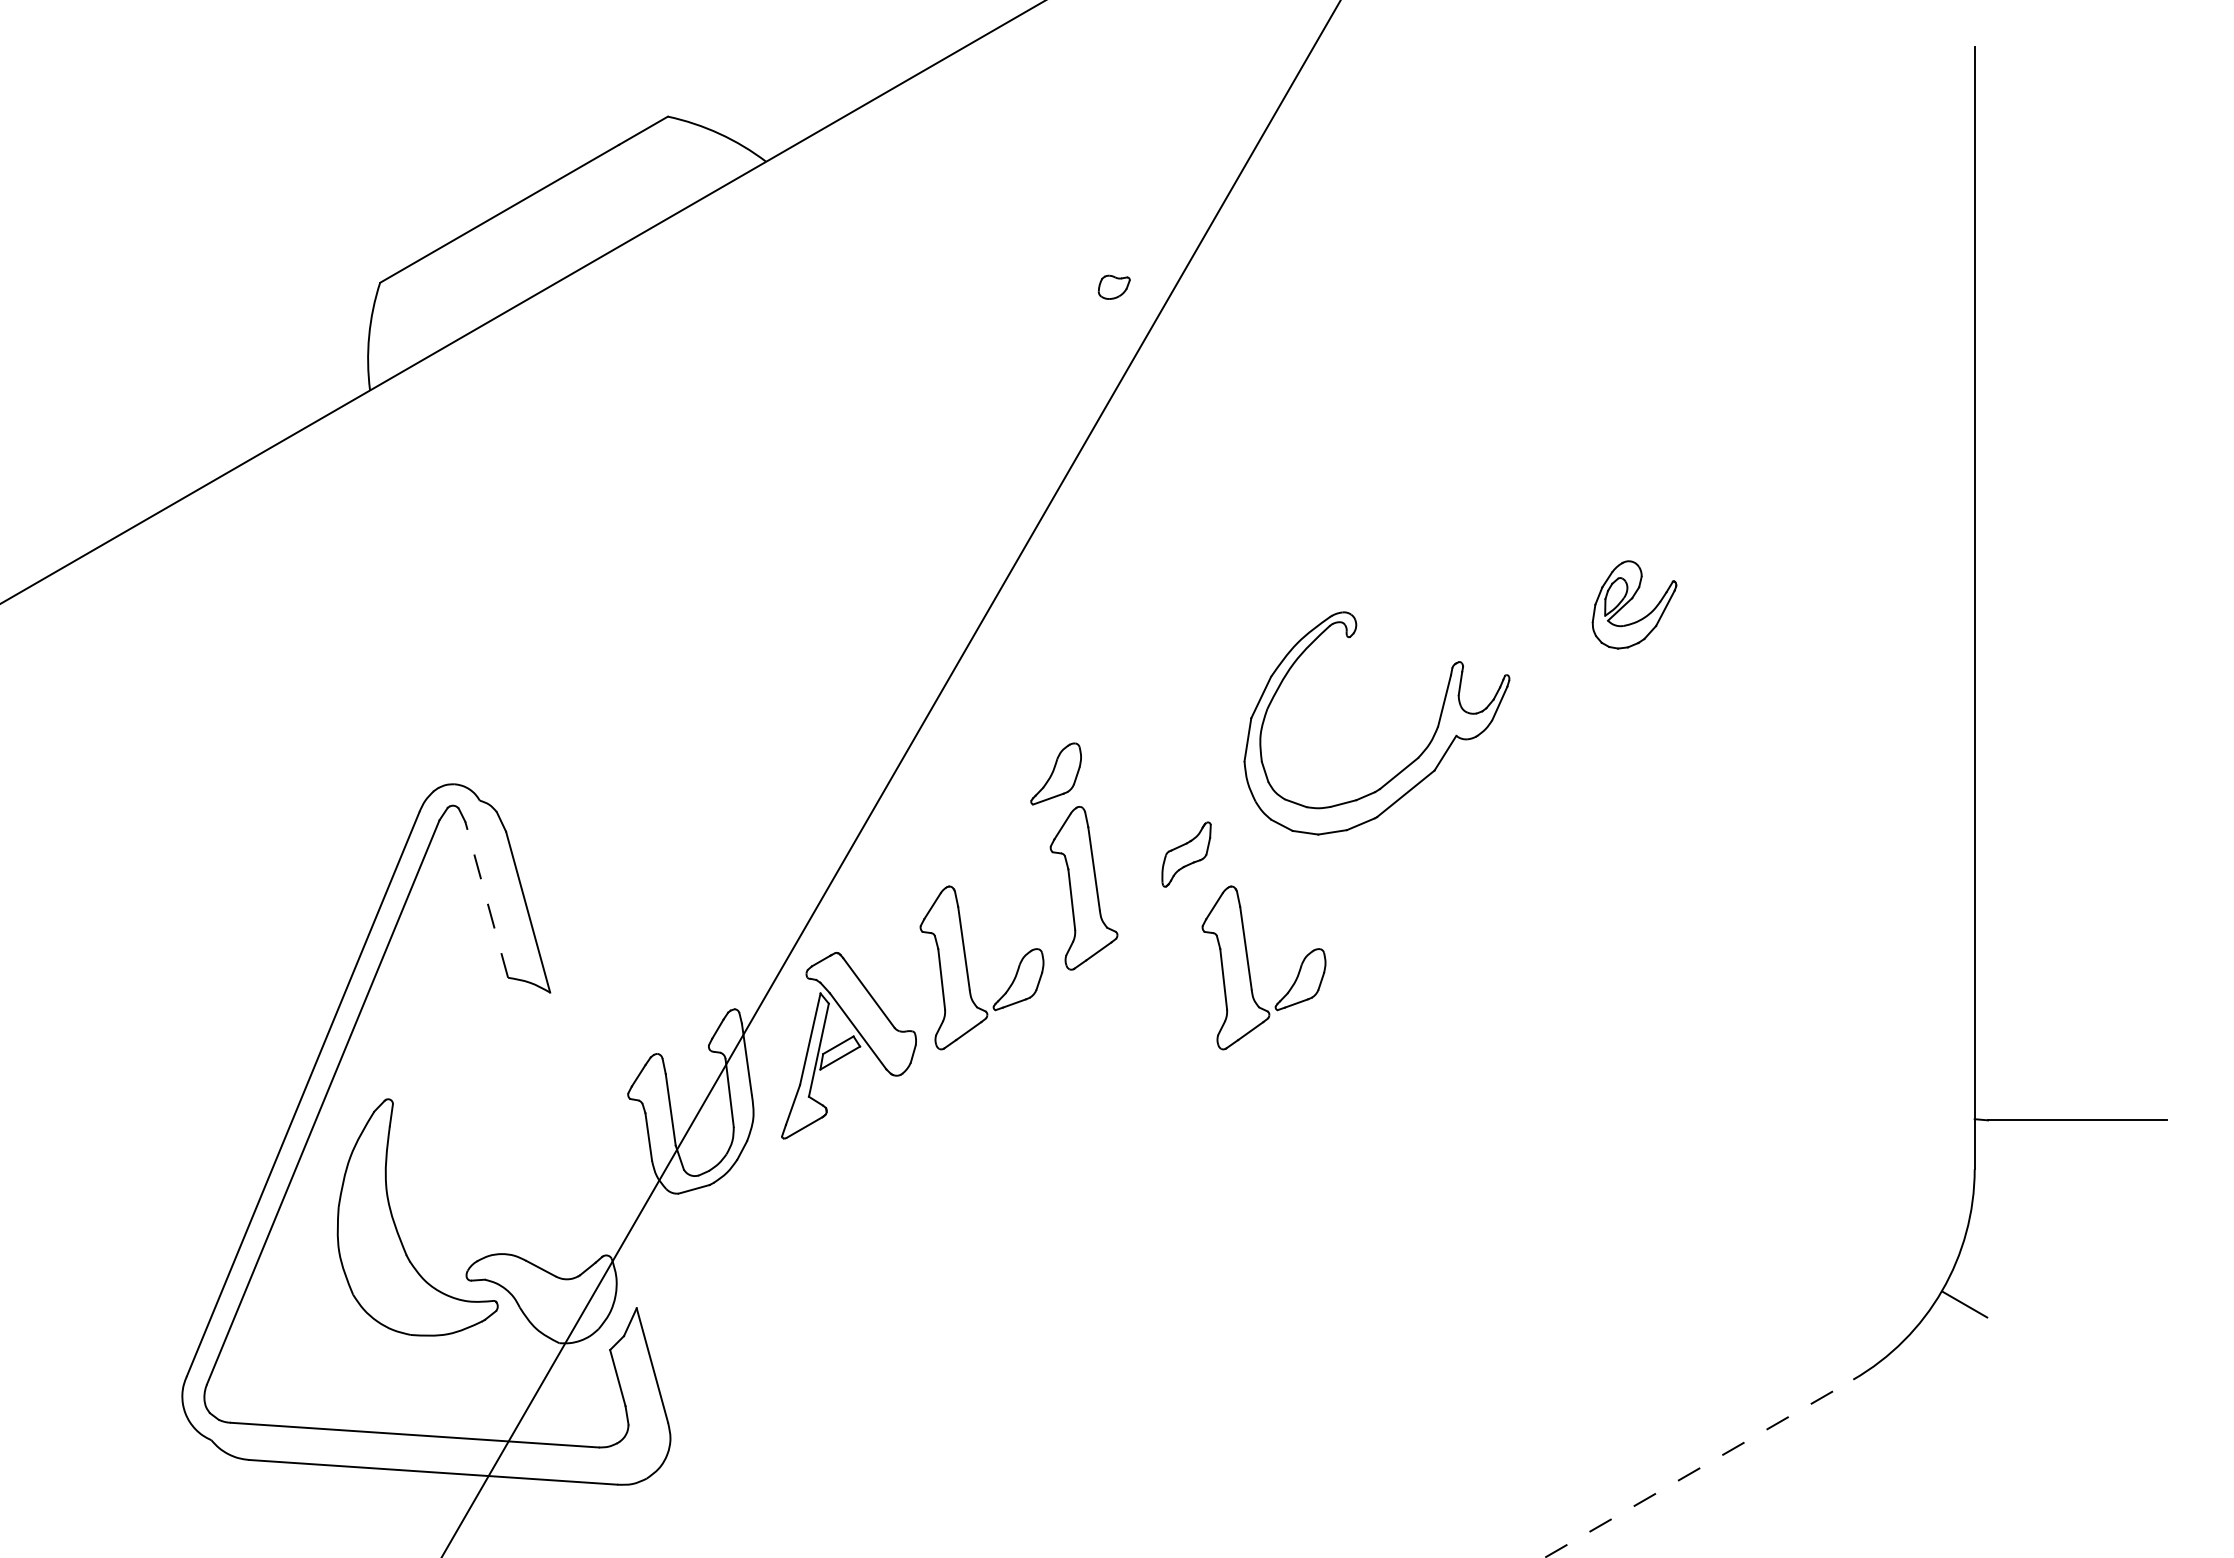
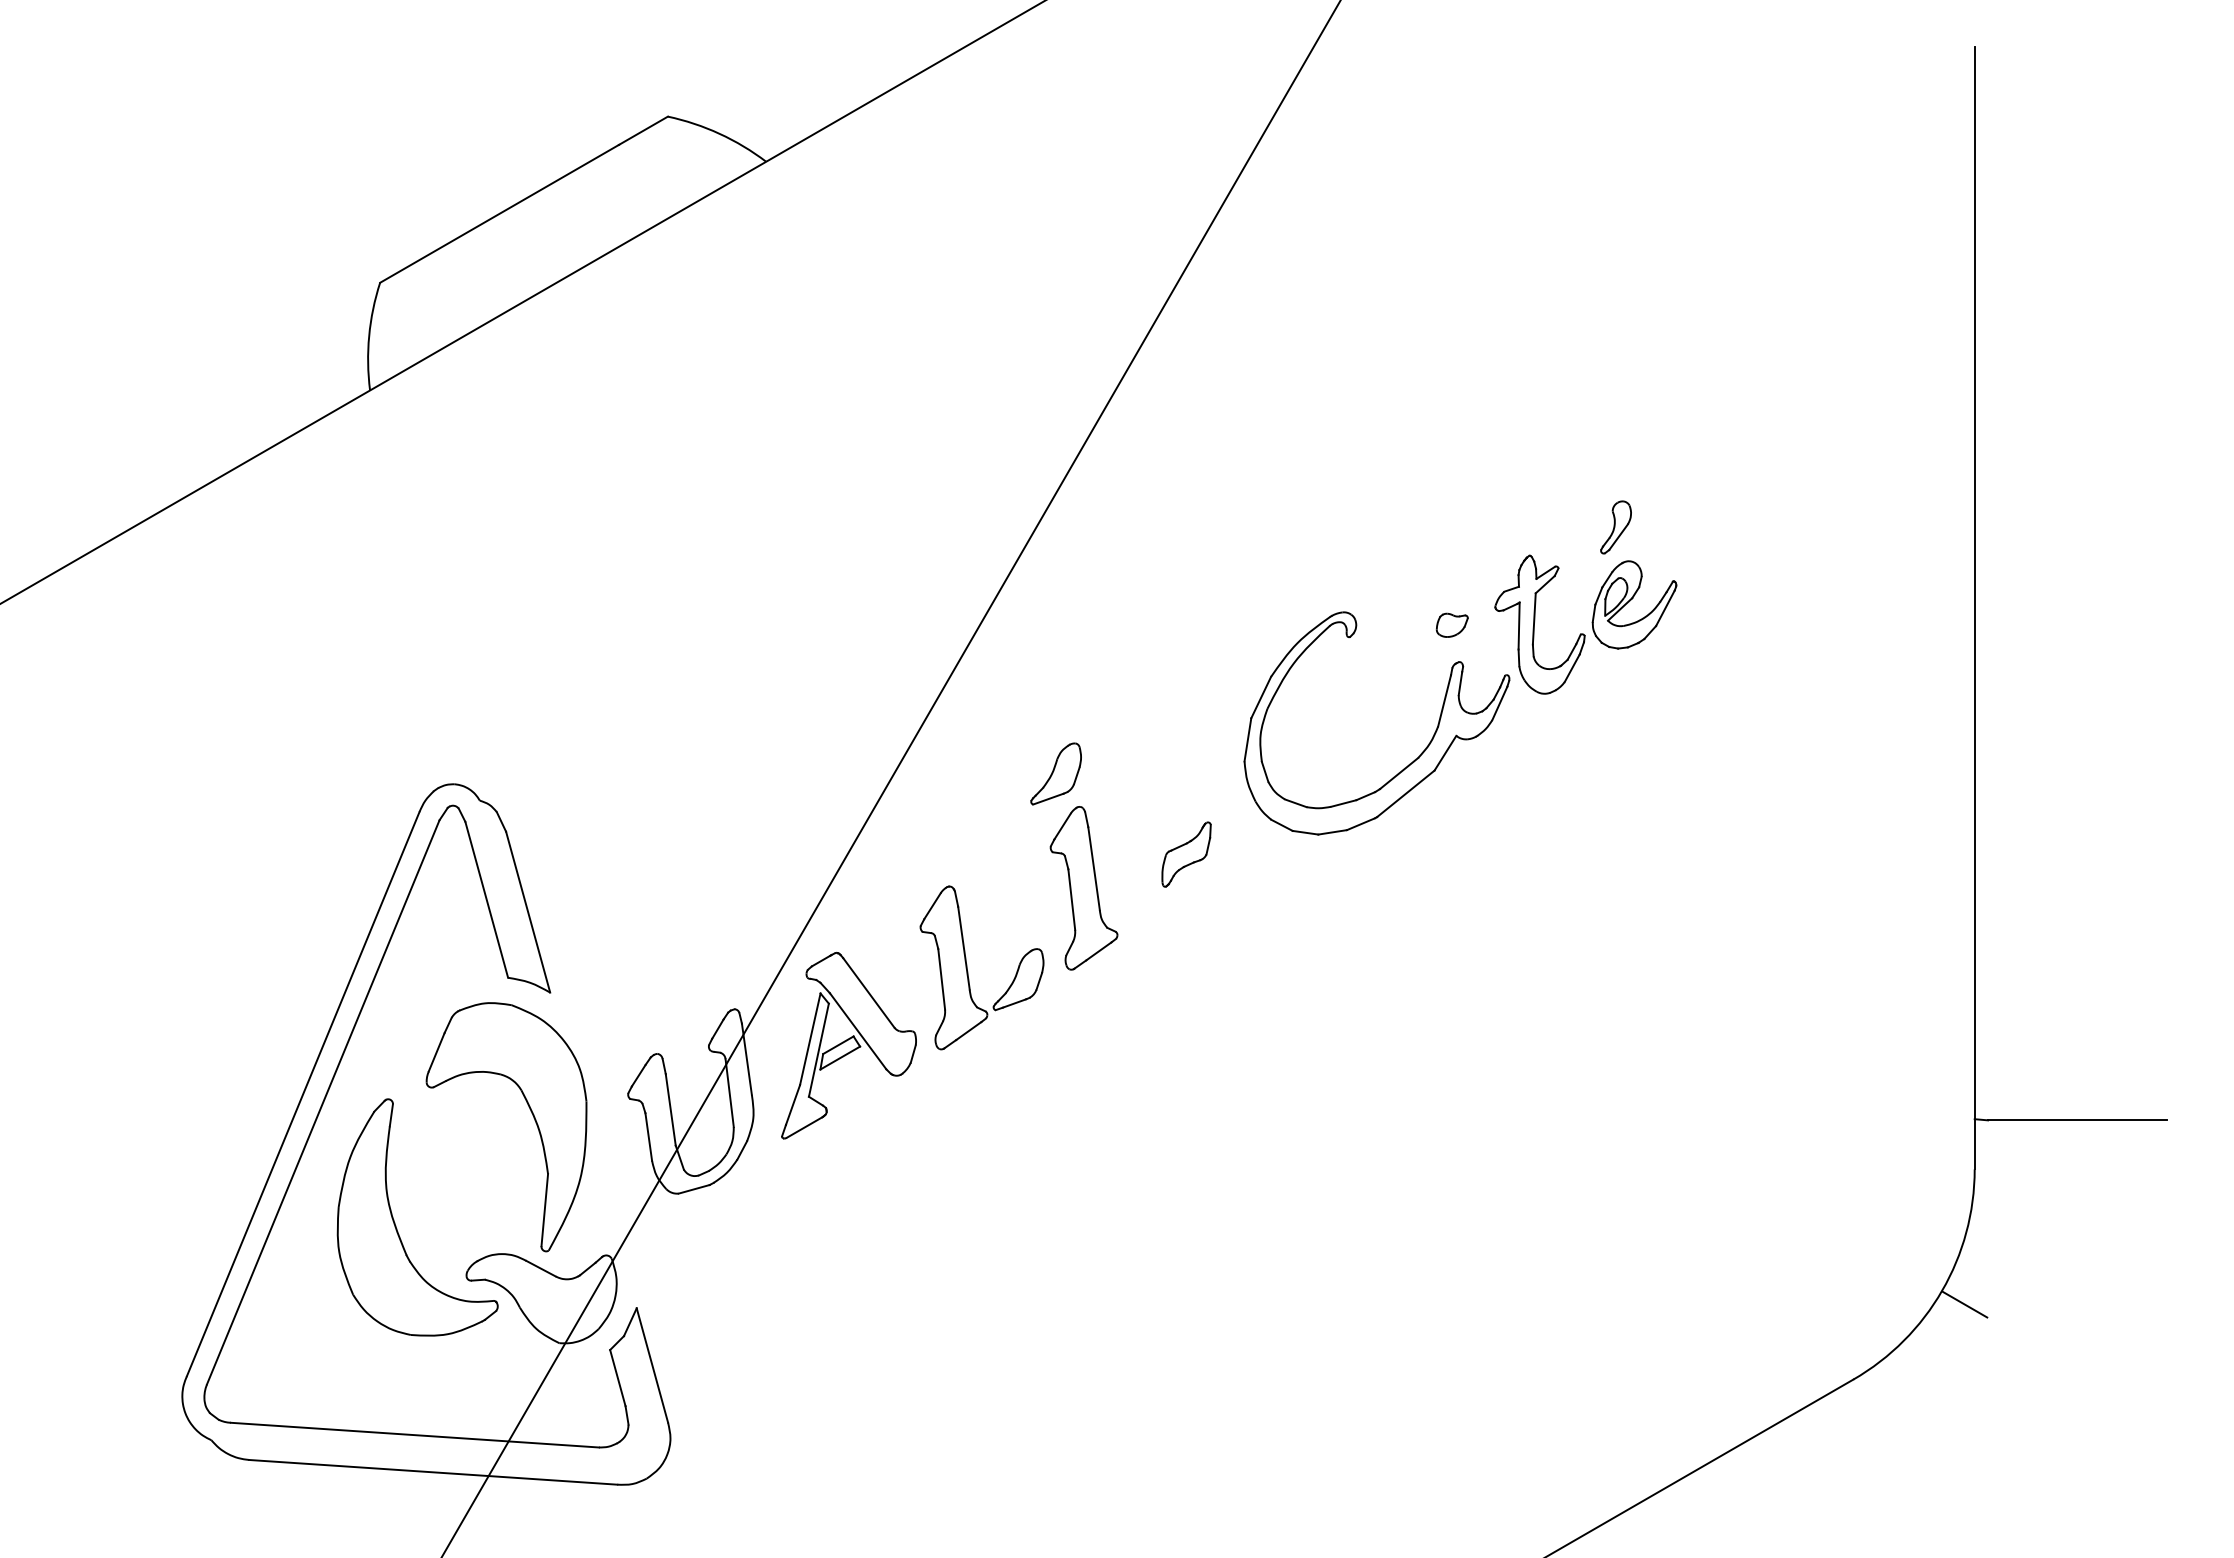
part at (1113, 286) position: (1113, 286) -> (1451, 624)
part at (1615, 527): none -> present
part at (1539, 624): none -> present
line at (486, 899): dashed -> solid
part at (1250, 971): present -> none
part at (533, 1118): none -> present
line at (1699, 1468): dashed -> solid
